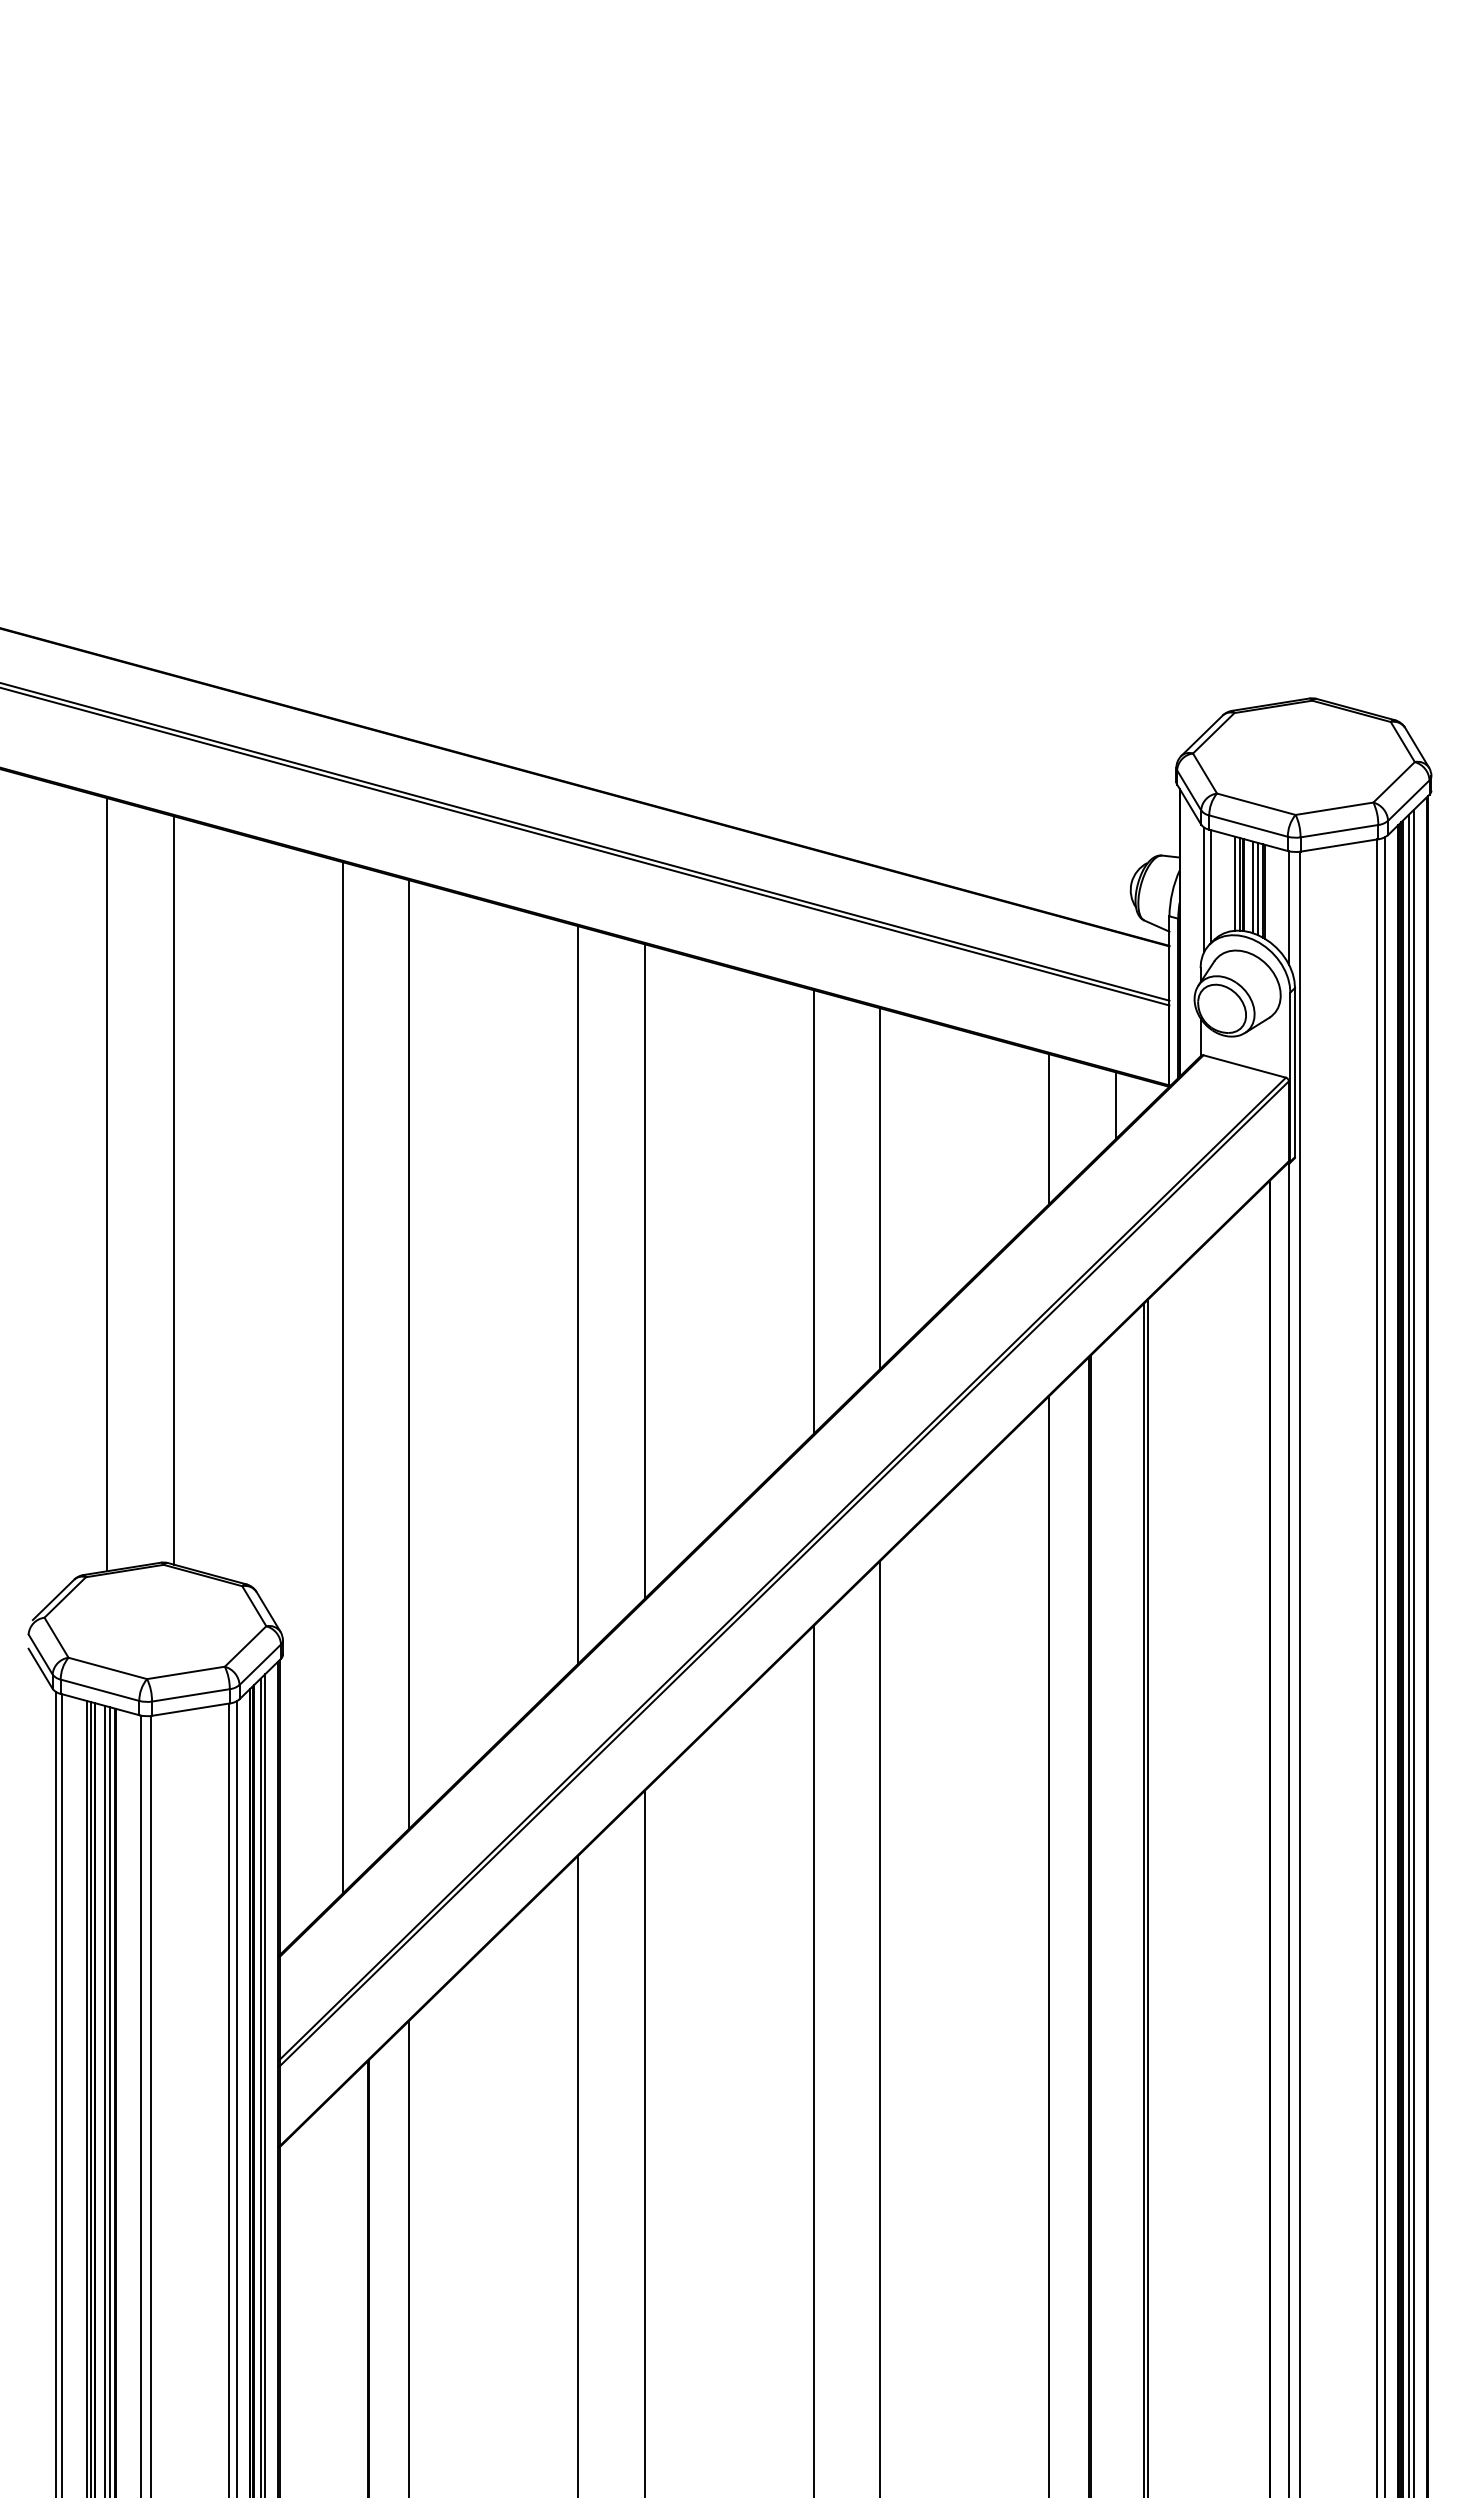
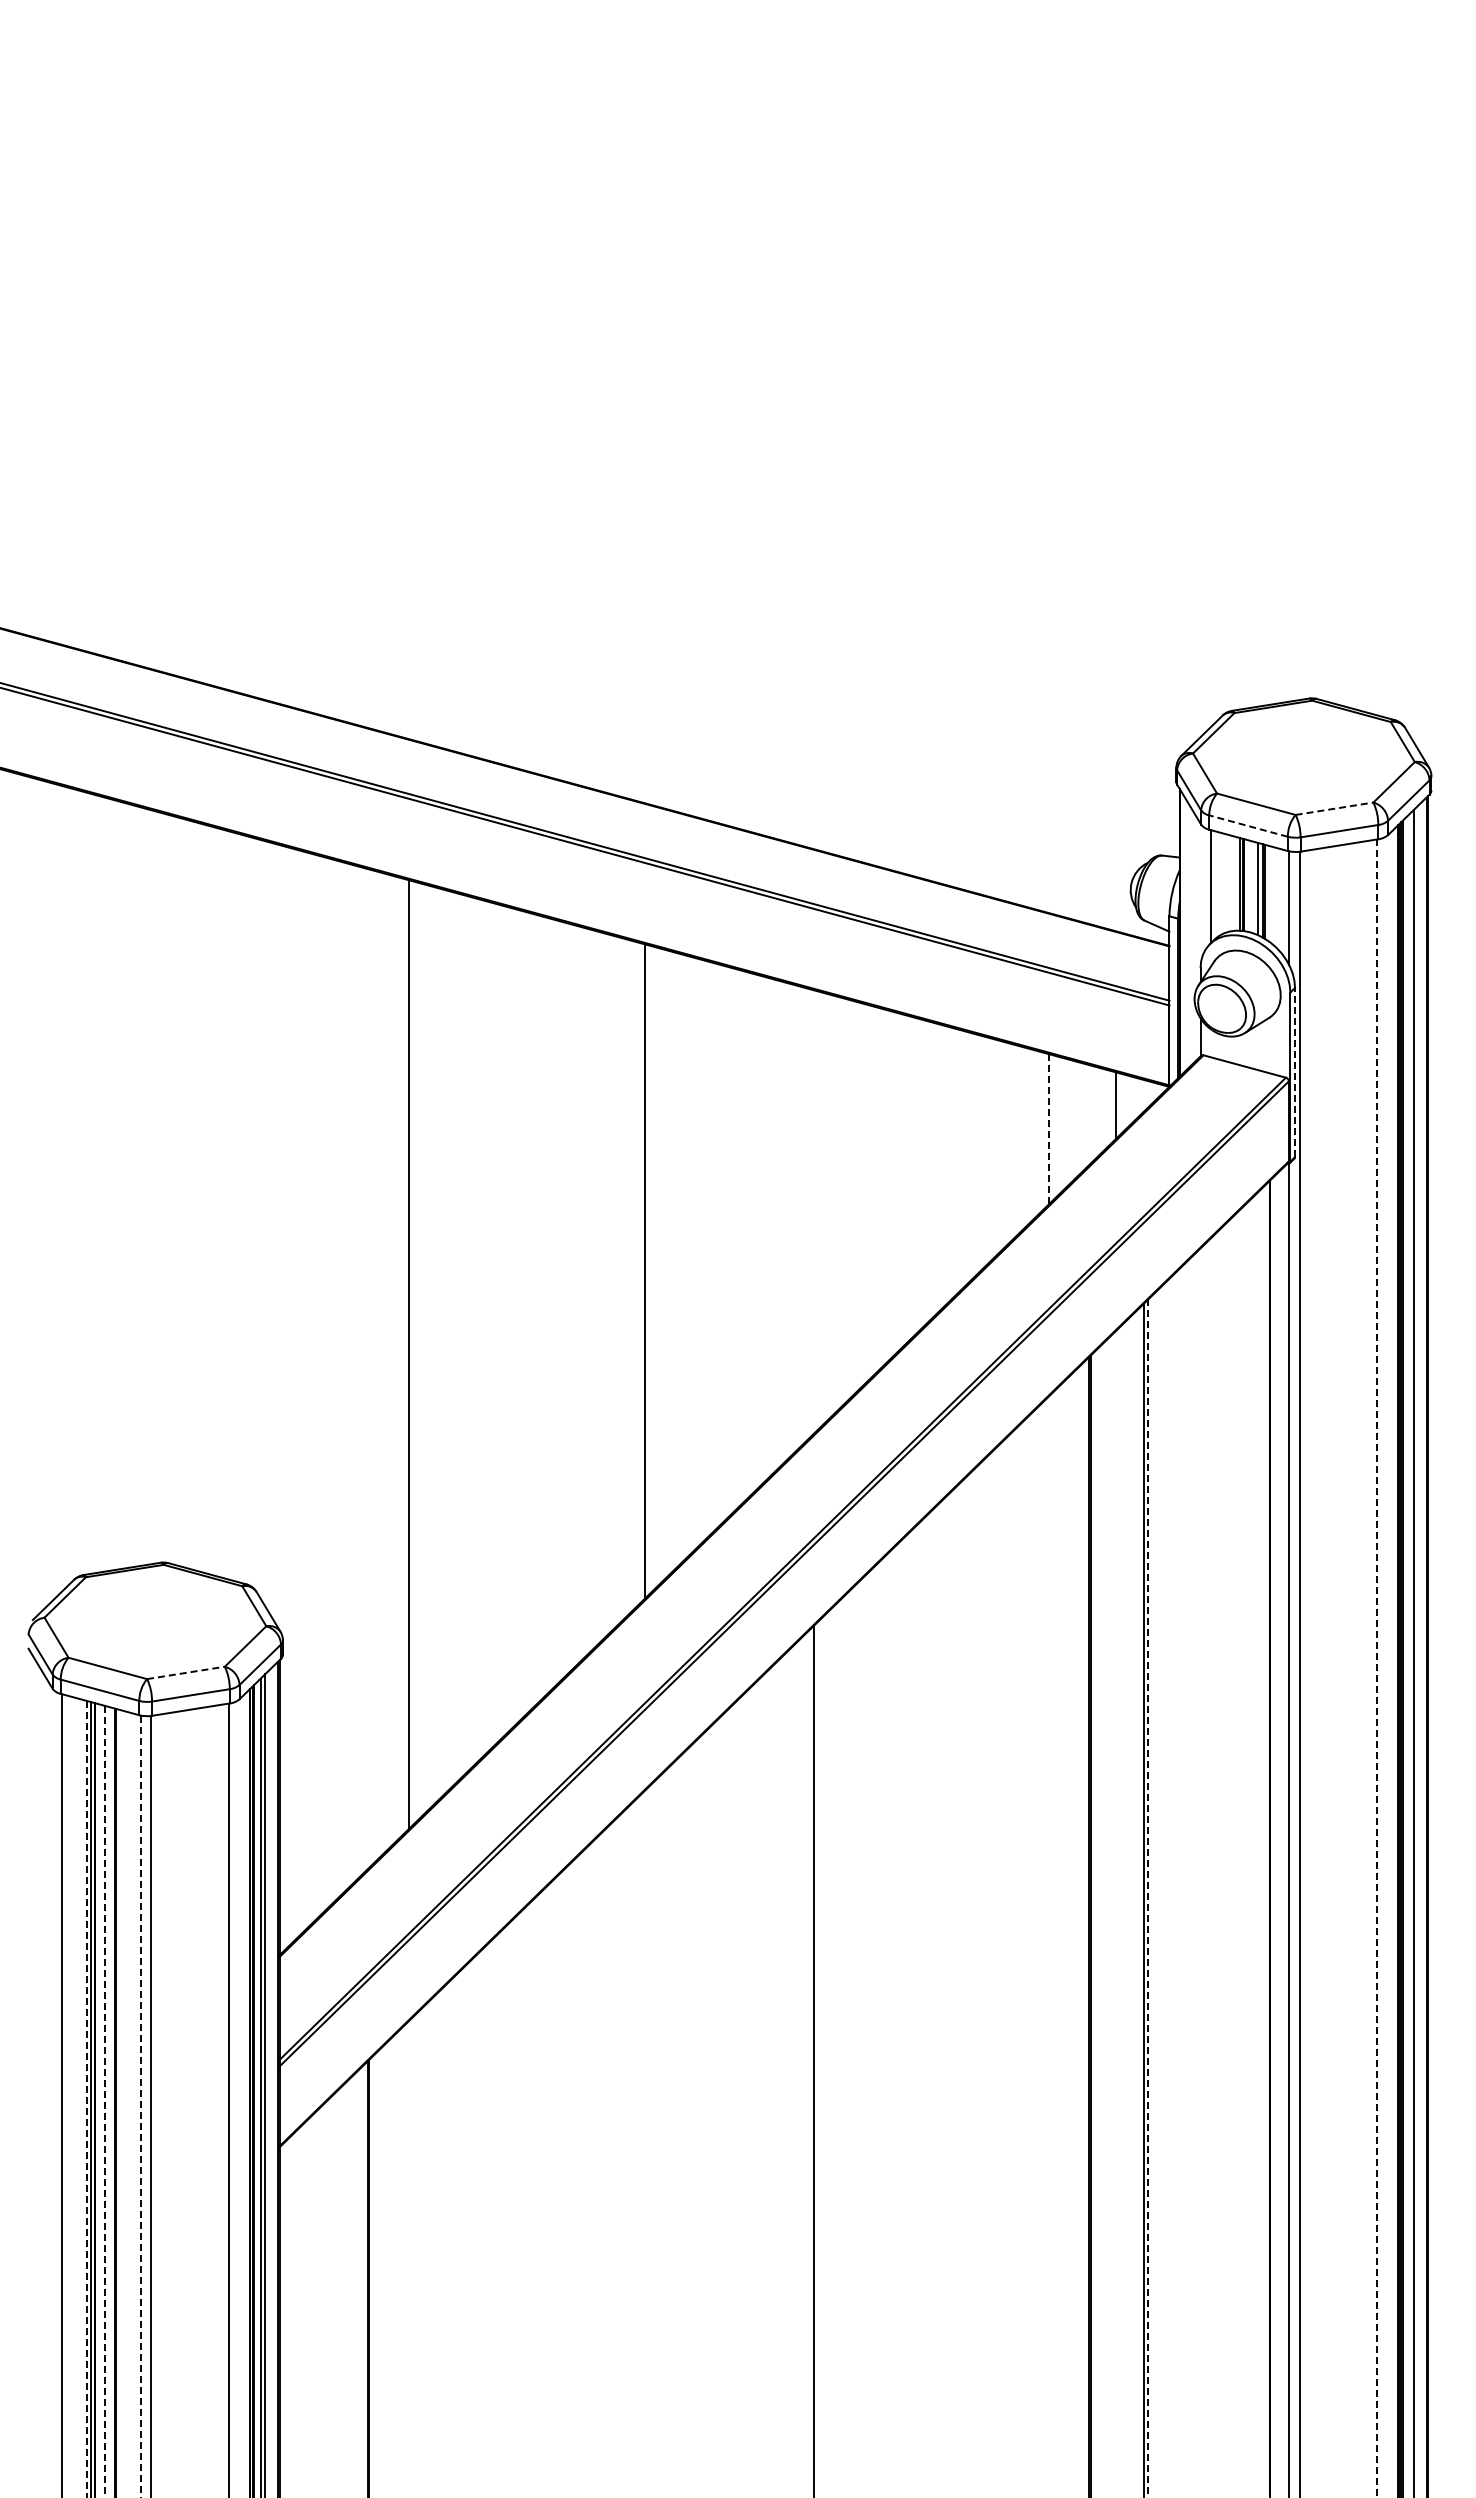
line at (1335, 808): solid -> dashed
line at (1248, 826): solid -> dashed
line at (1235, 883): present -> none
line at (1253, 887): present -> none
line at (1204, 889): present -> none
line at (1295, 1072): solid -> dashed
line at (1049, 1129): solid -> dashed
line at (107, 1184): present -> none
line at (880, 1188): present -> none
line at (173, 1190): present -> none
line at (813, 1211): present -> none
line at (578, 1294): present -> none
line at (342, 1377): present -> none
line at (1409, 1654): present -> none
line at (1385, 1665): present -> none
line at (1377, 1668): solid -> dashed
line at (186, 1672): solid -> dashed
line at (1148, 1898): solid -> dashed
line at (1049, 1944): present -> none
line at (880, 2027): present -> none
line at (55, 2092): present -> none
line at (236, 2097): present -> none
line at (86, 2099): solid -> dashed
line at (109, 2100): present -> none
line at (104, 2101): solid -> dashed
line at (140, 2106): solid -> dashed
line at (644, 2142): present -> none
line at (578, 2174): present -> none
line at (409, 2257): present -> none
